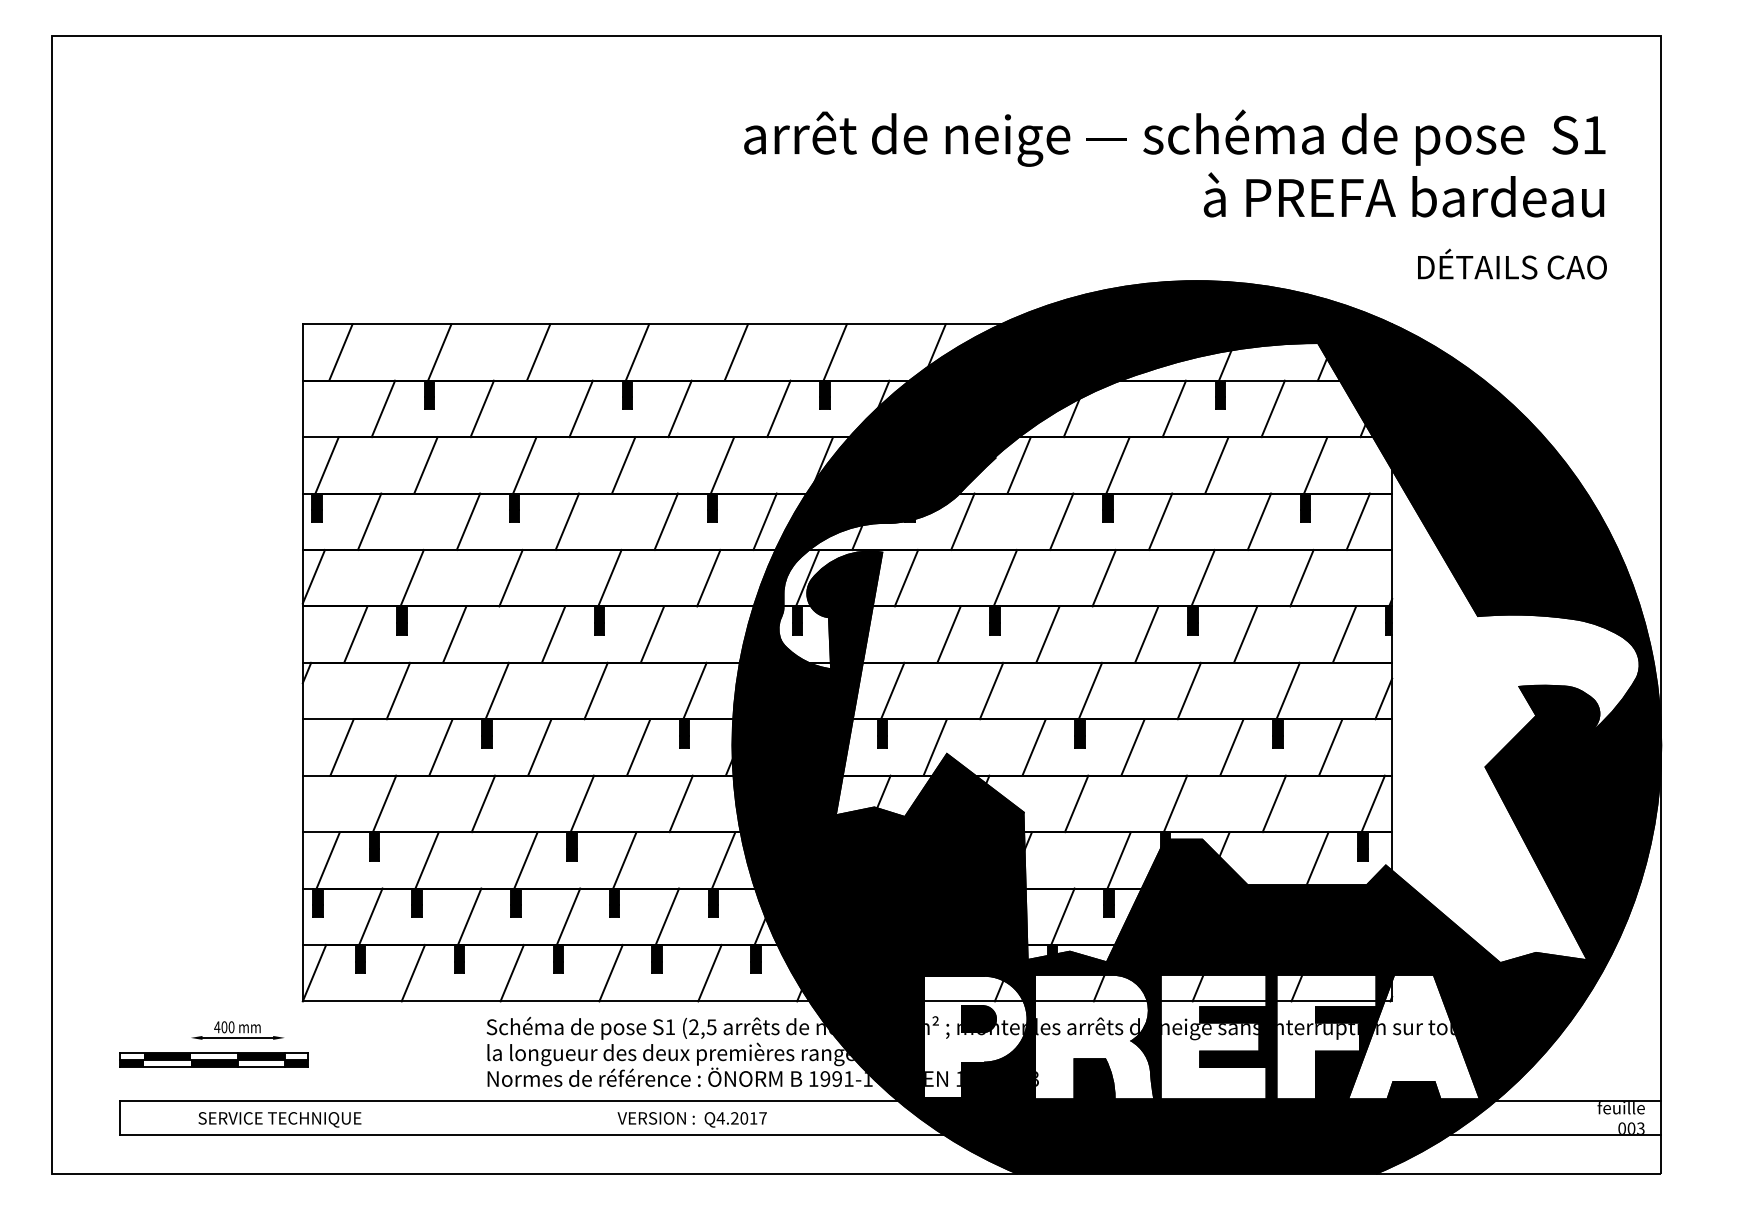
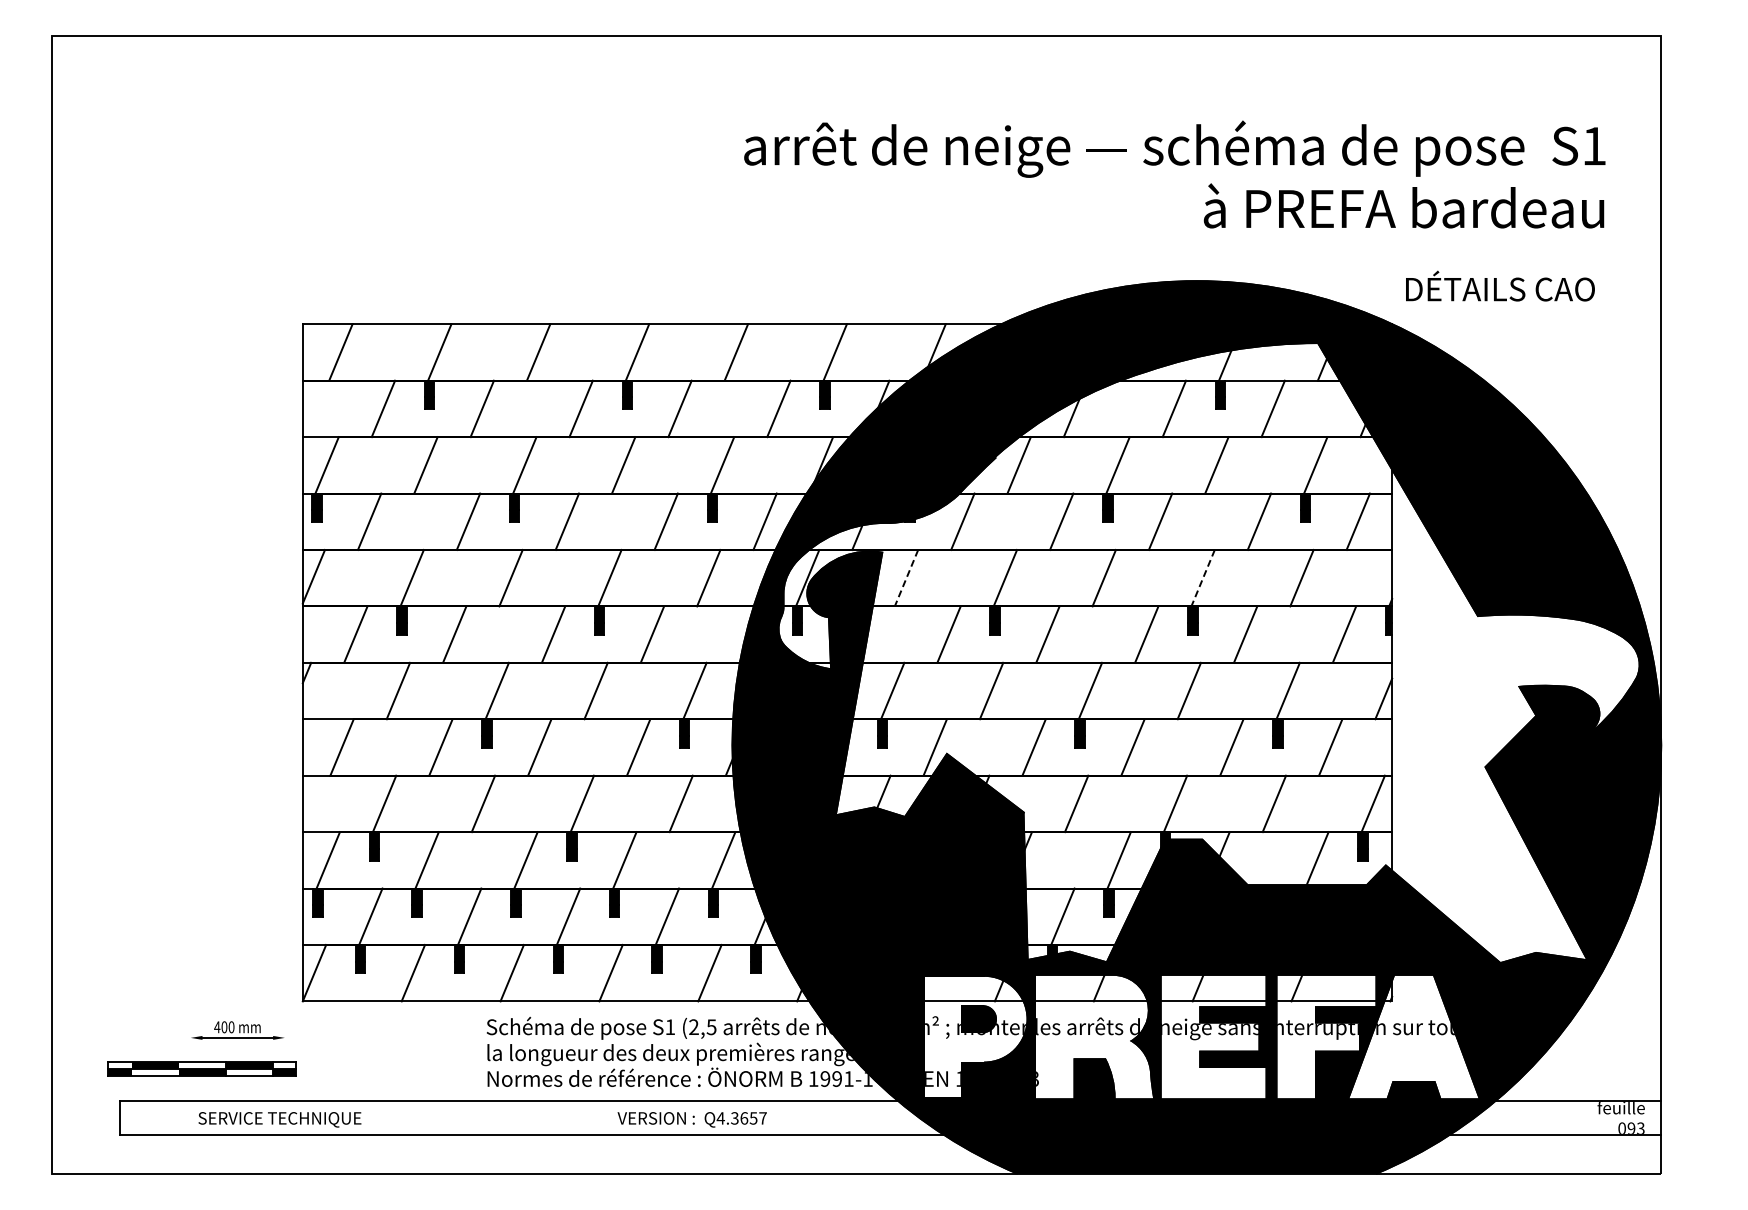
text at (1174, 163) position: (1174, 163) -> (1174, 174)
text at (1512, 263) position: (1512, 263) -> (1500, 285)
line at (906, 578): solid -> dashed
line at (1203, 578): solid -> dashed
part at (213, 1059) position: (213, 1059) -> (201, 1068)
text at (744, 1118): Q4.2017 -> Q4.3657
text at (1631, 1127): 003 -> 093
